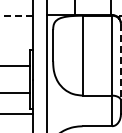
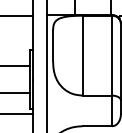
line at (16, 16): dashed -> solid
line at (120, 62): dashed -> solid
